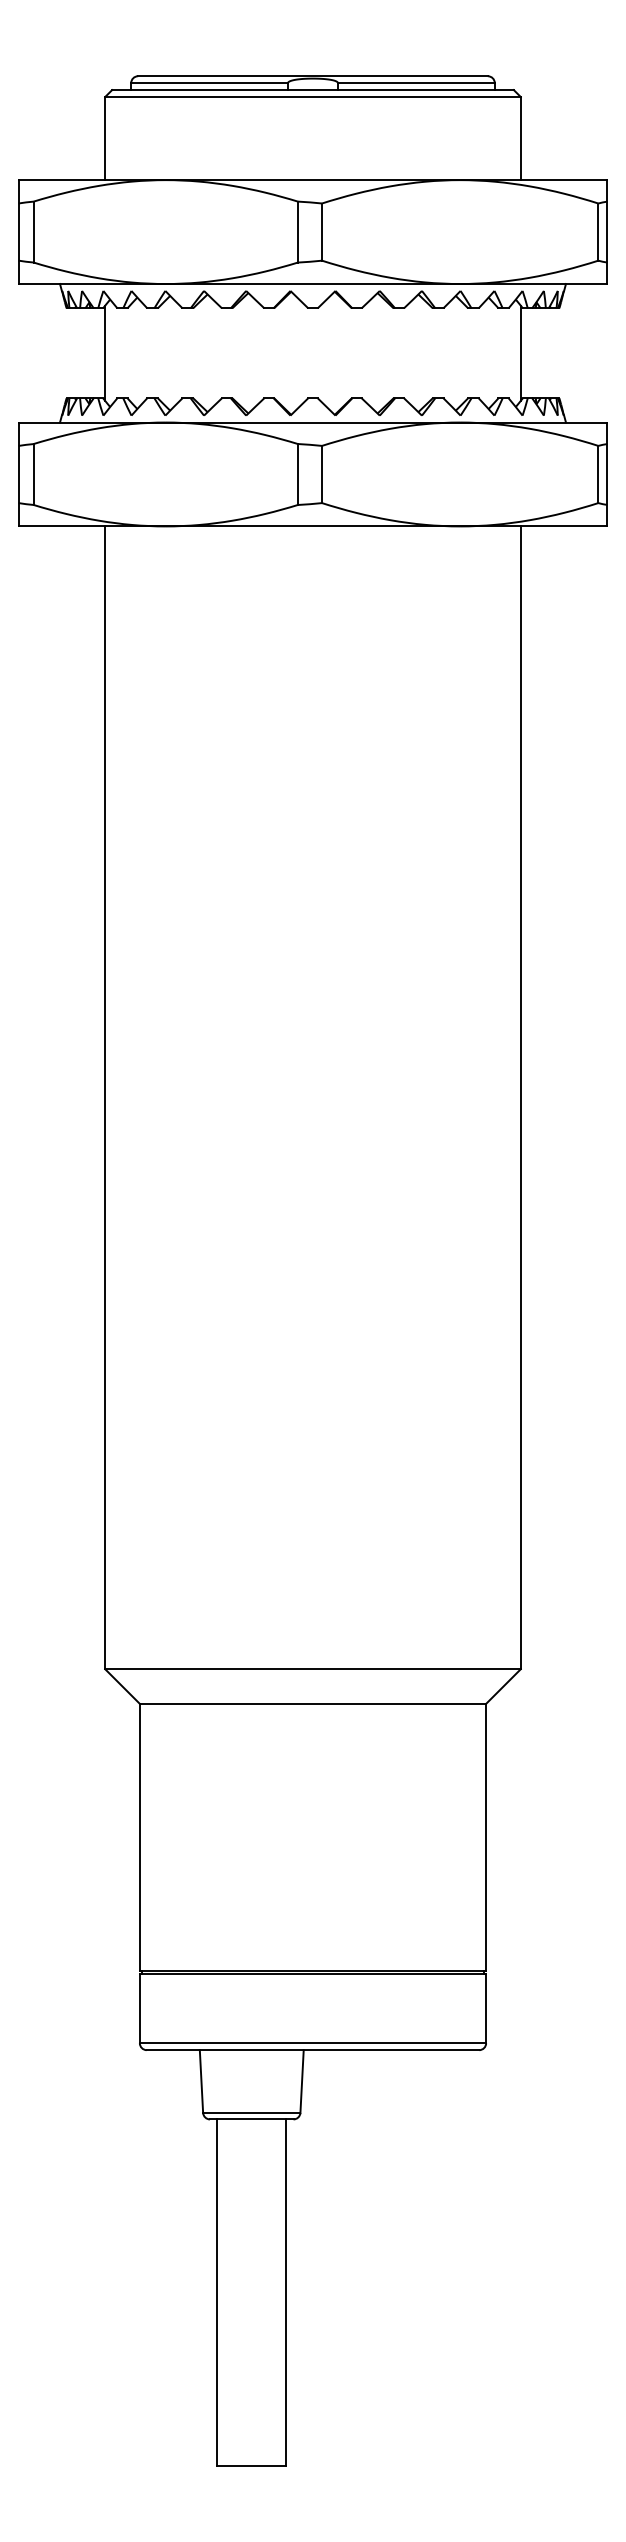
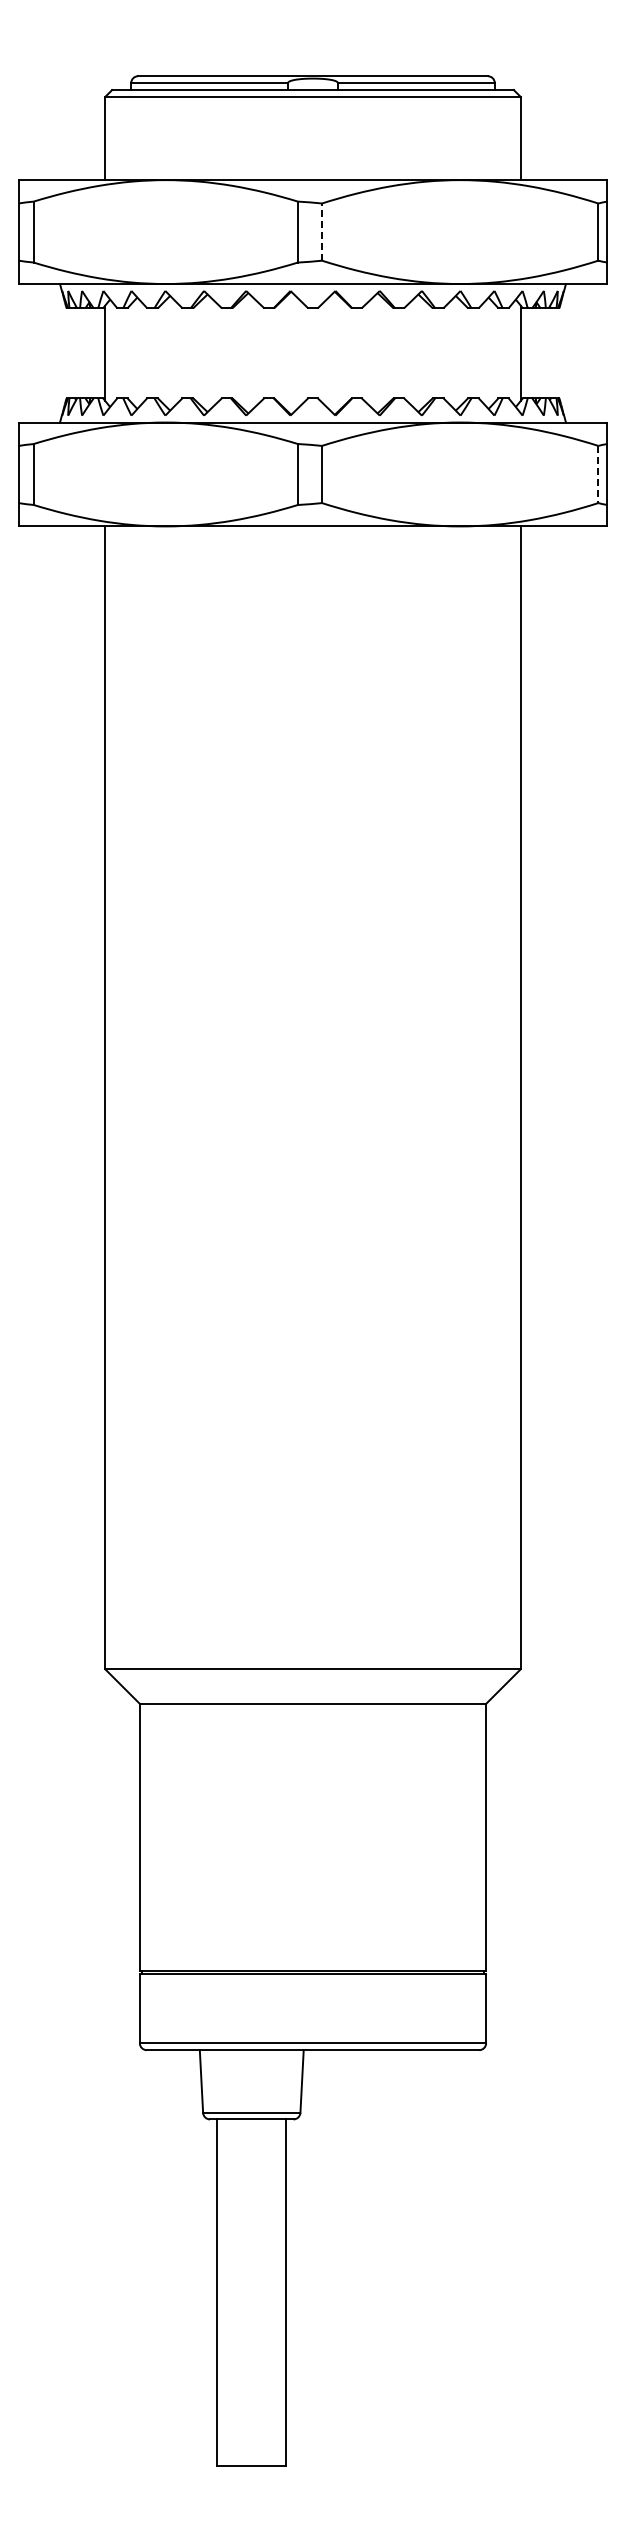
line at (322, 232): solid -> dashed
line at (598, 474): solid -> dashed
